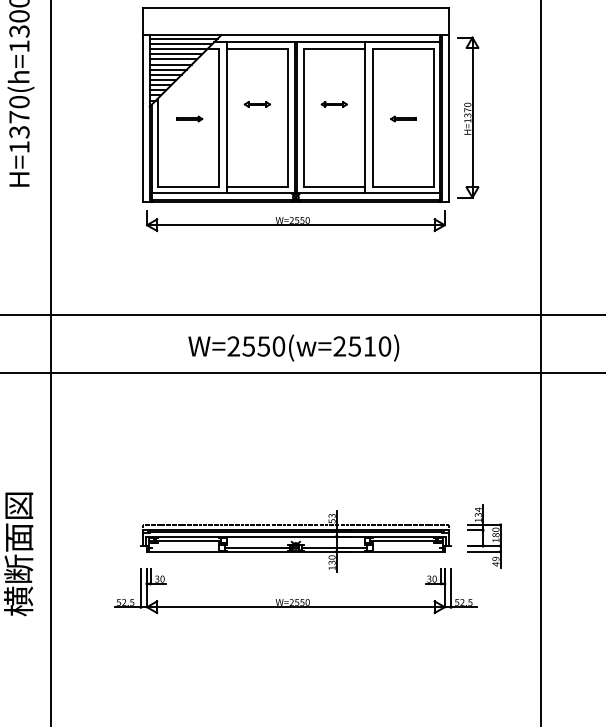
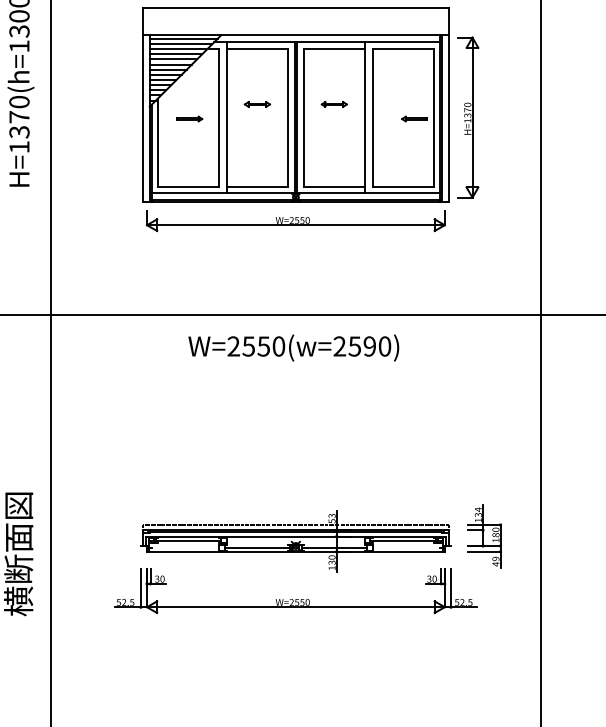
part at (403, 118) position: (403, 118) -> (414, 118)
text at (369, 346): W=2550(w=2510) -> W=2550(w=2590)
line at (302, 373): present -> none
